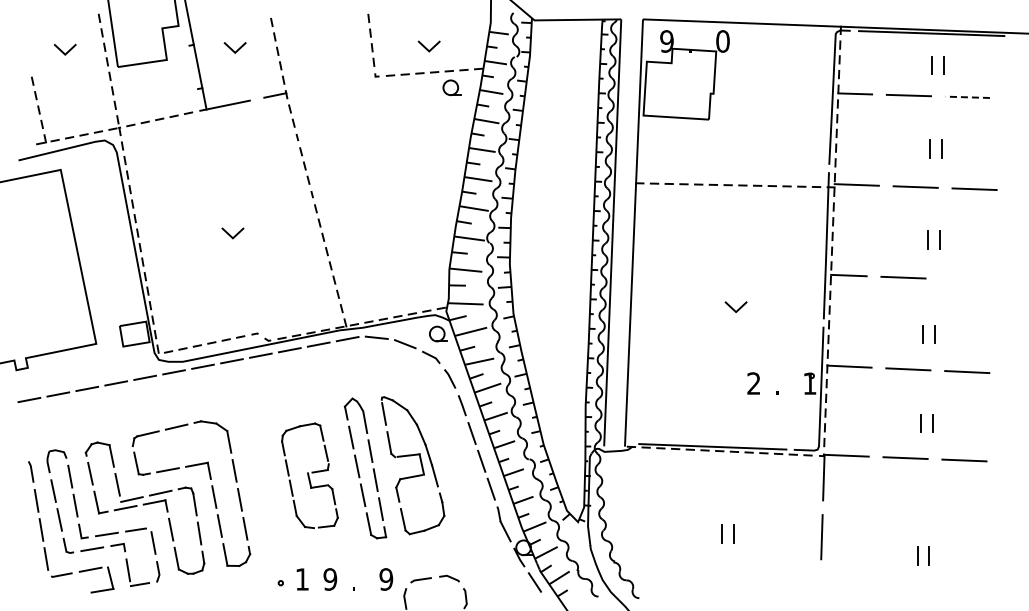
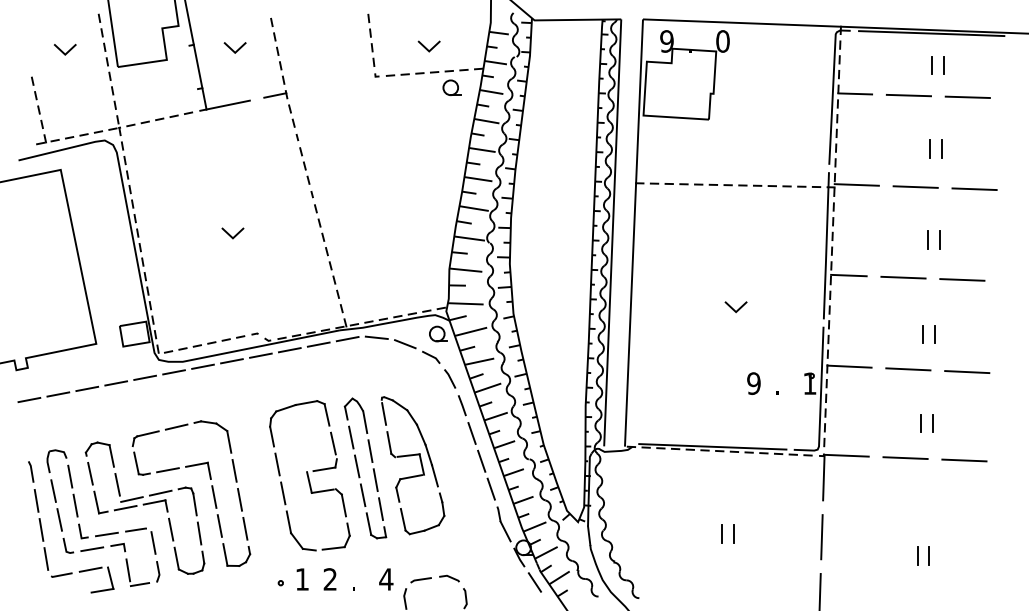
line at (967, 97): dashed -> solid
line at (962, 279): none -> present
text at (753, 383): 2 -> 9
part at (309, 475) size: 58x108 px -> 82x152 px
text at (330, 579): 9 -> 2
text at (386, 579): 9 -> 4
line at (819, 590): none -> present
